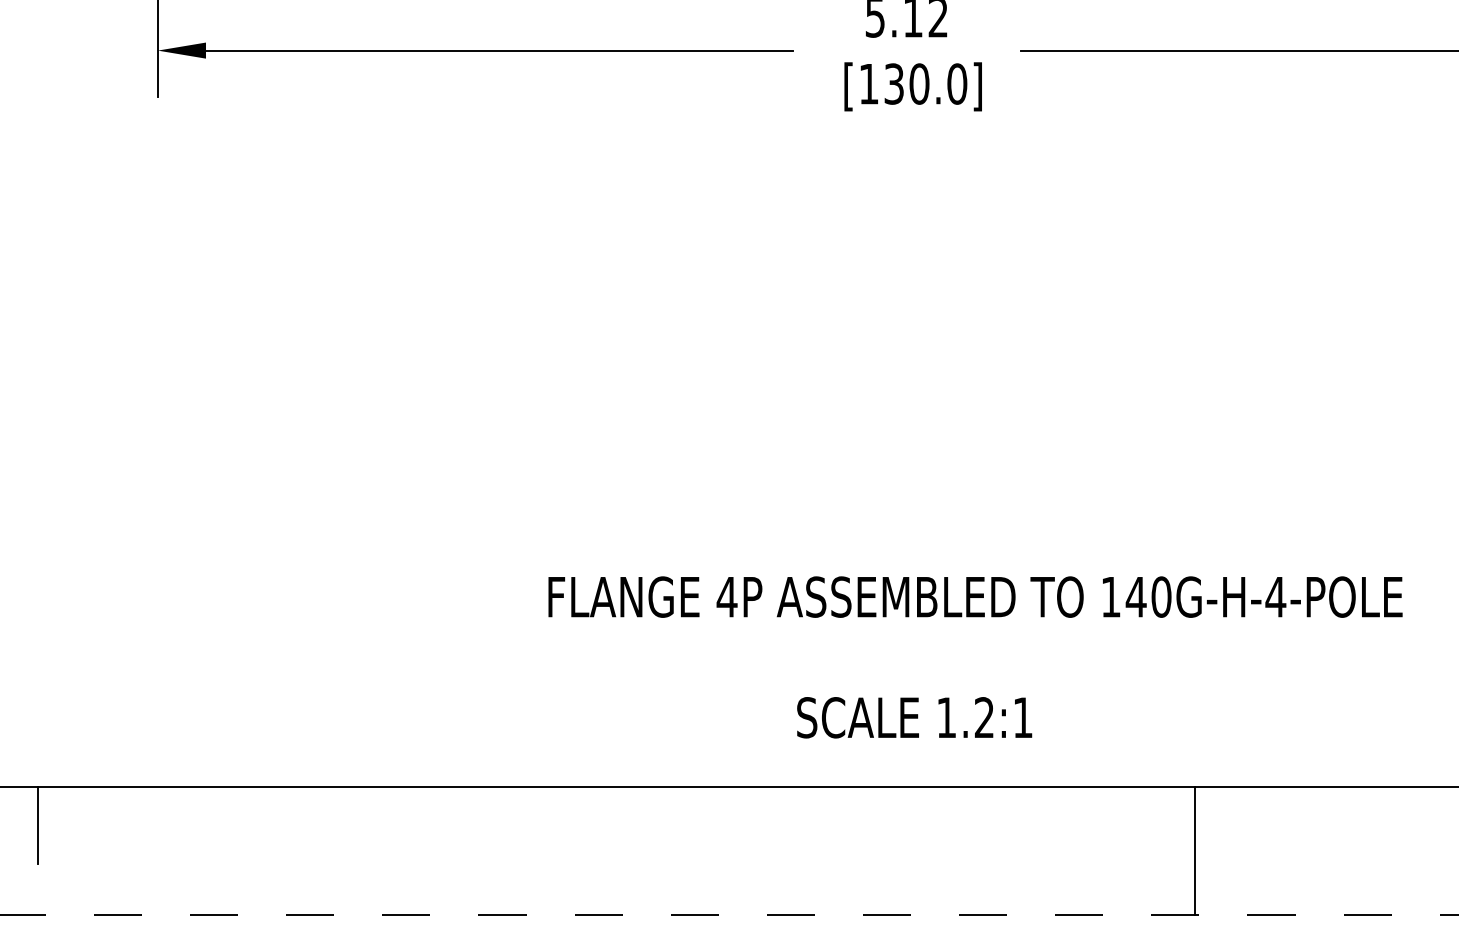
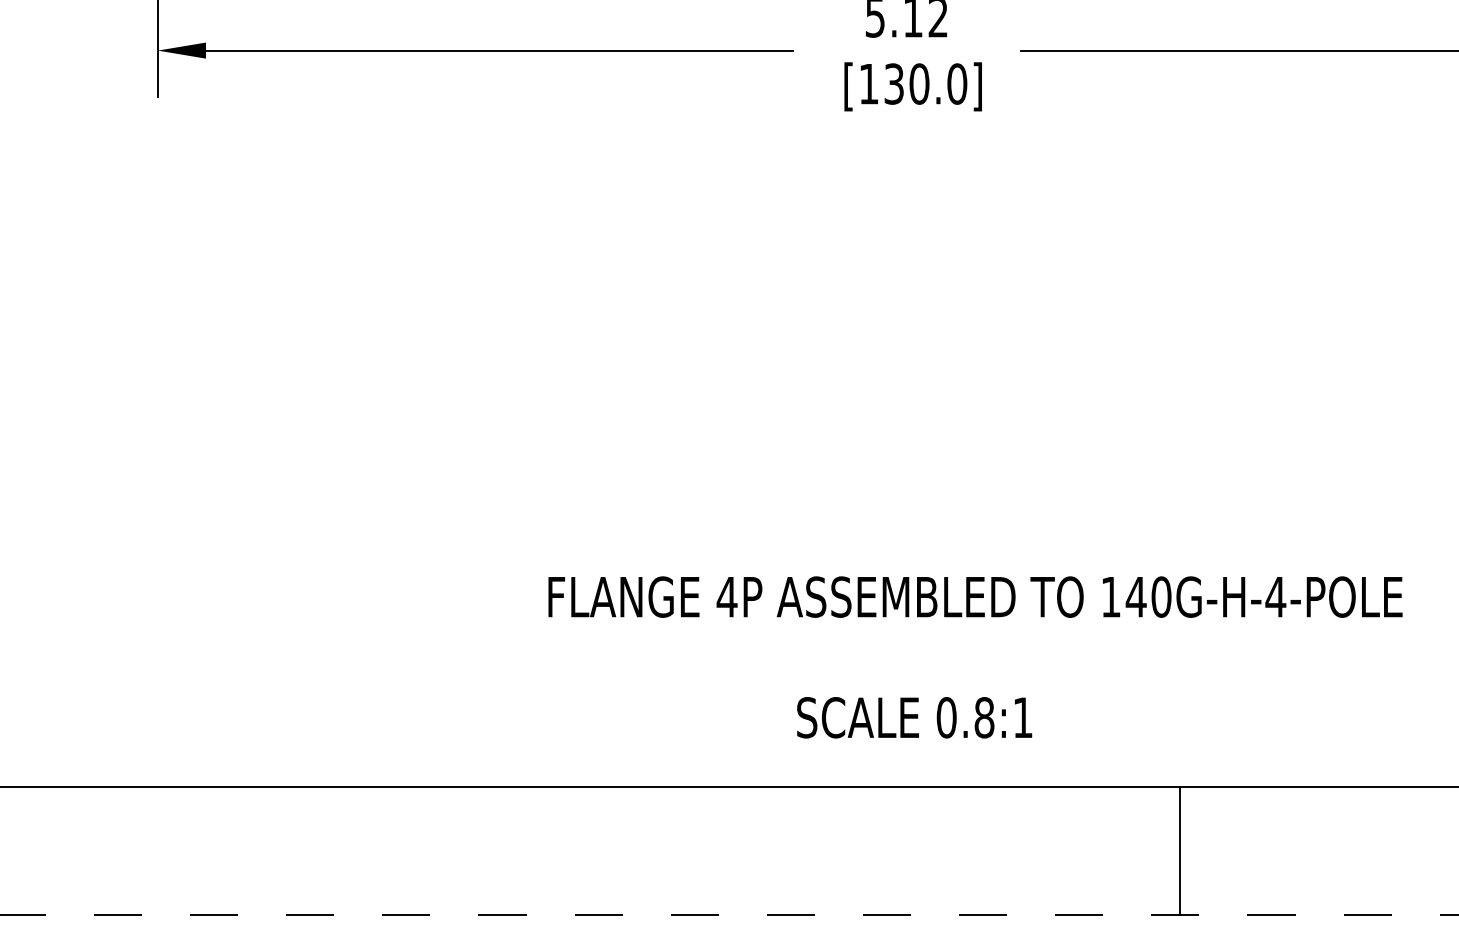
text at (965, 717): 1.2:1 -> 0.8:1
line at (38, 825): present -> none
line at (1195, 850) position: (1195, 850) -> (1180, 850)
